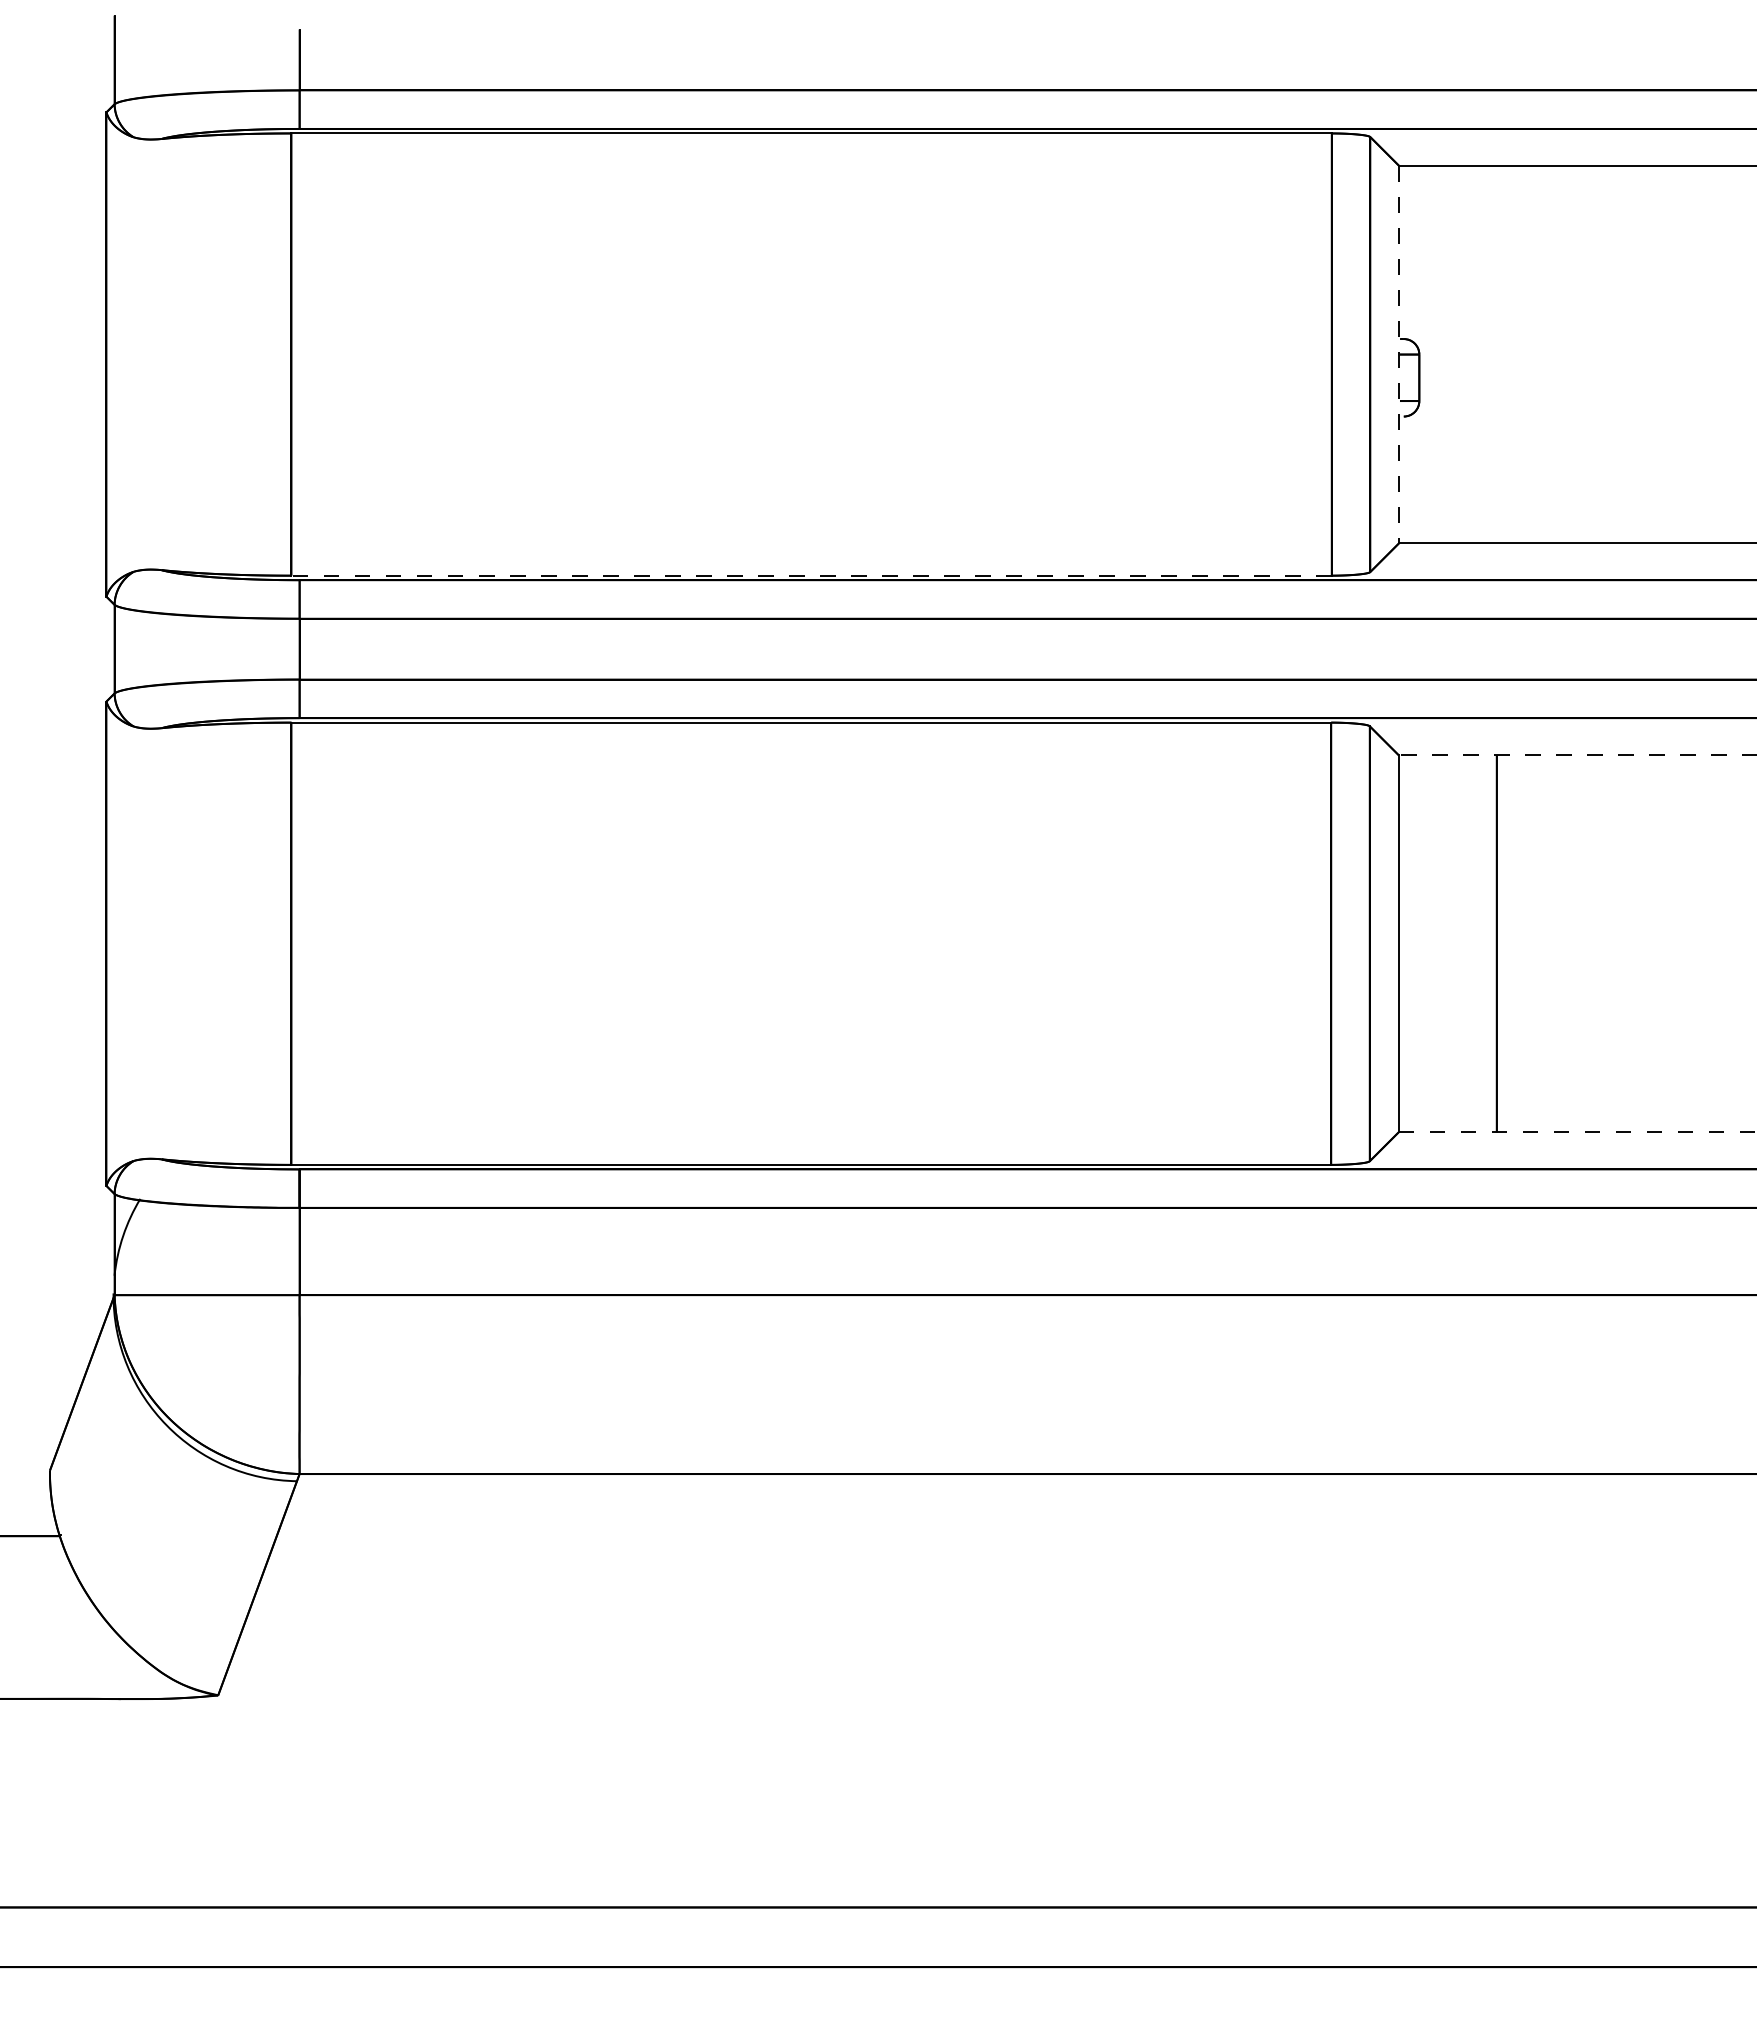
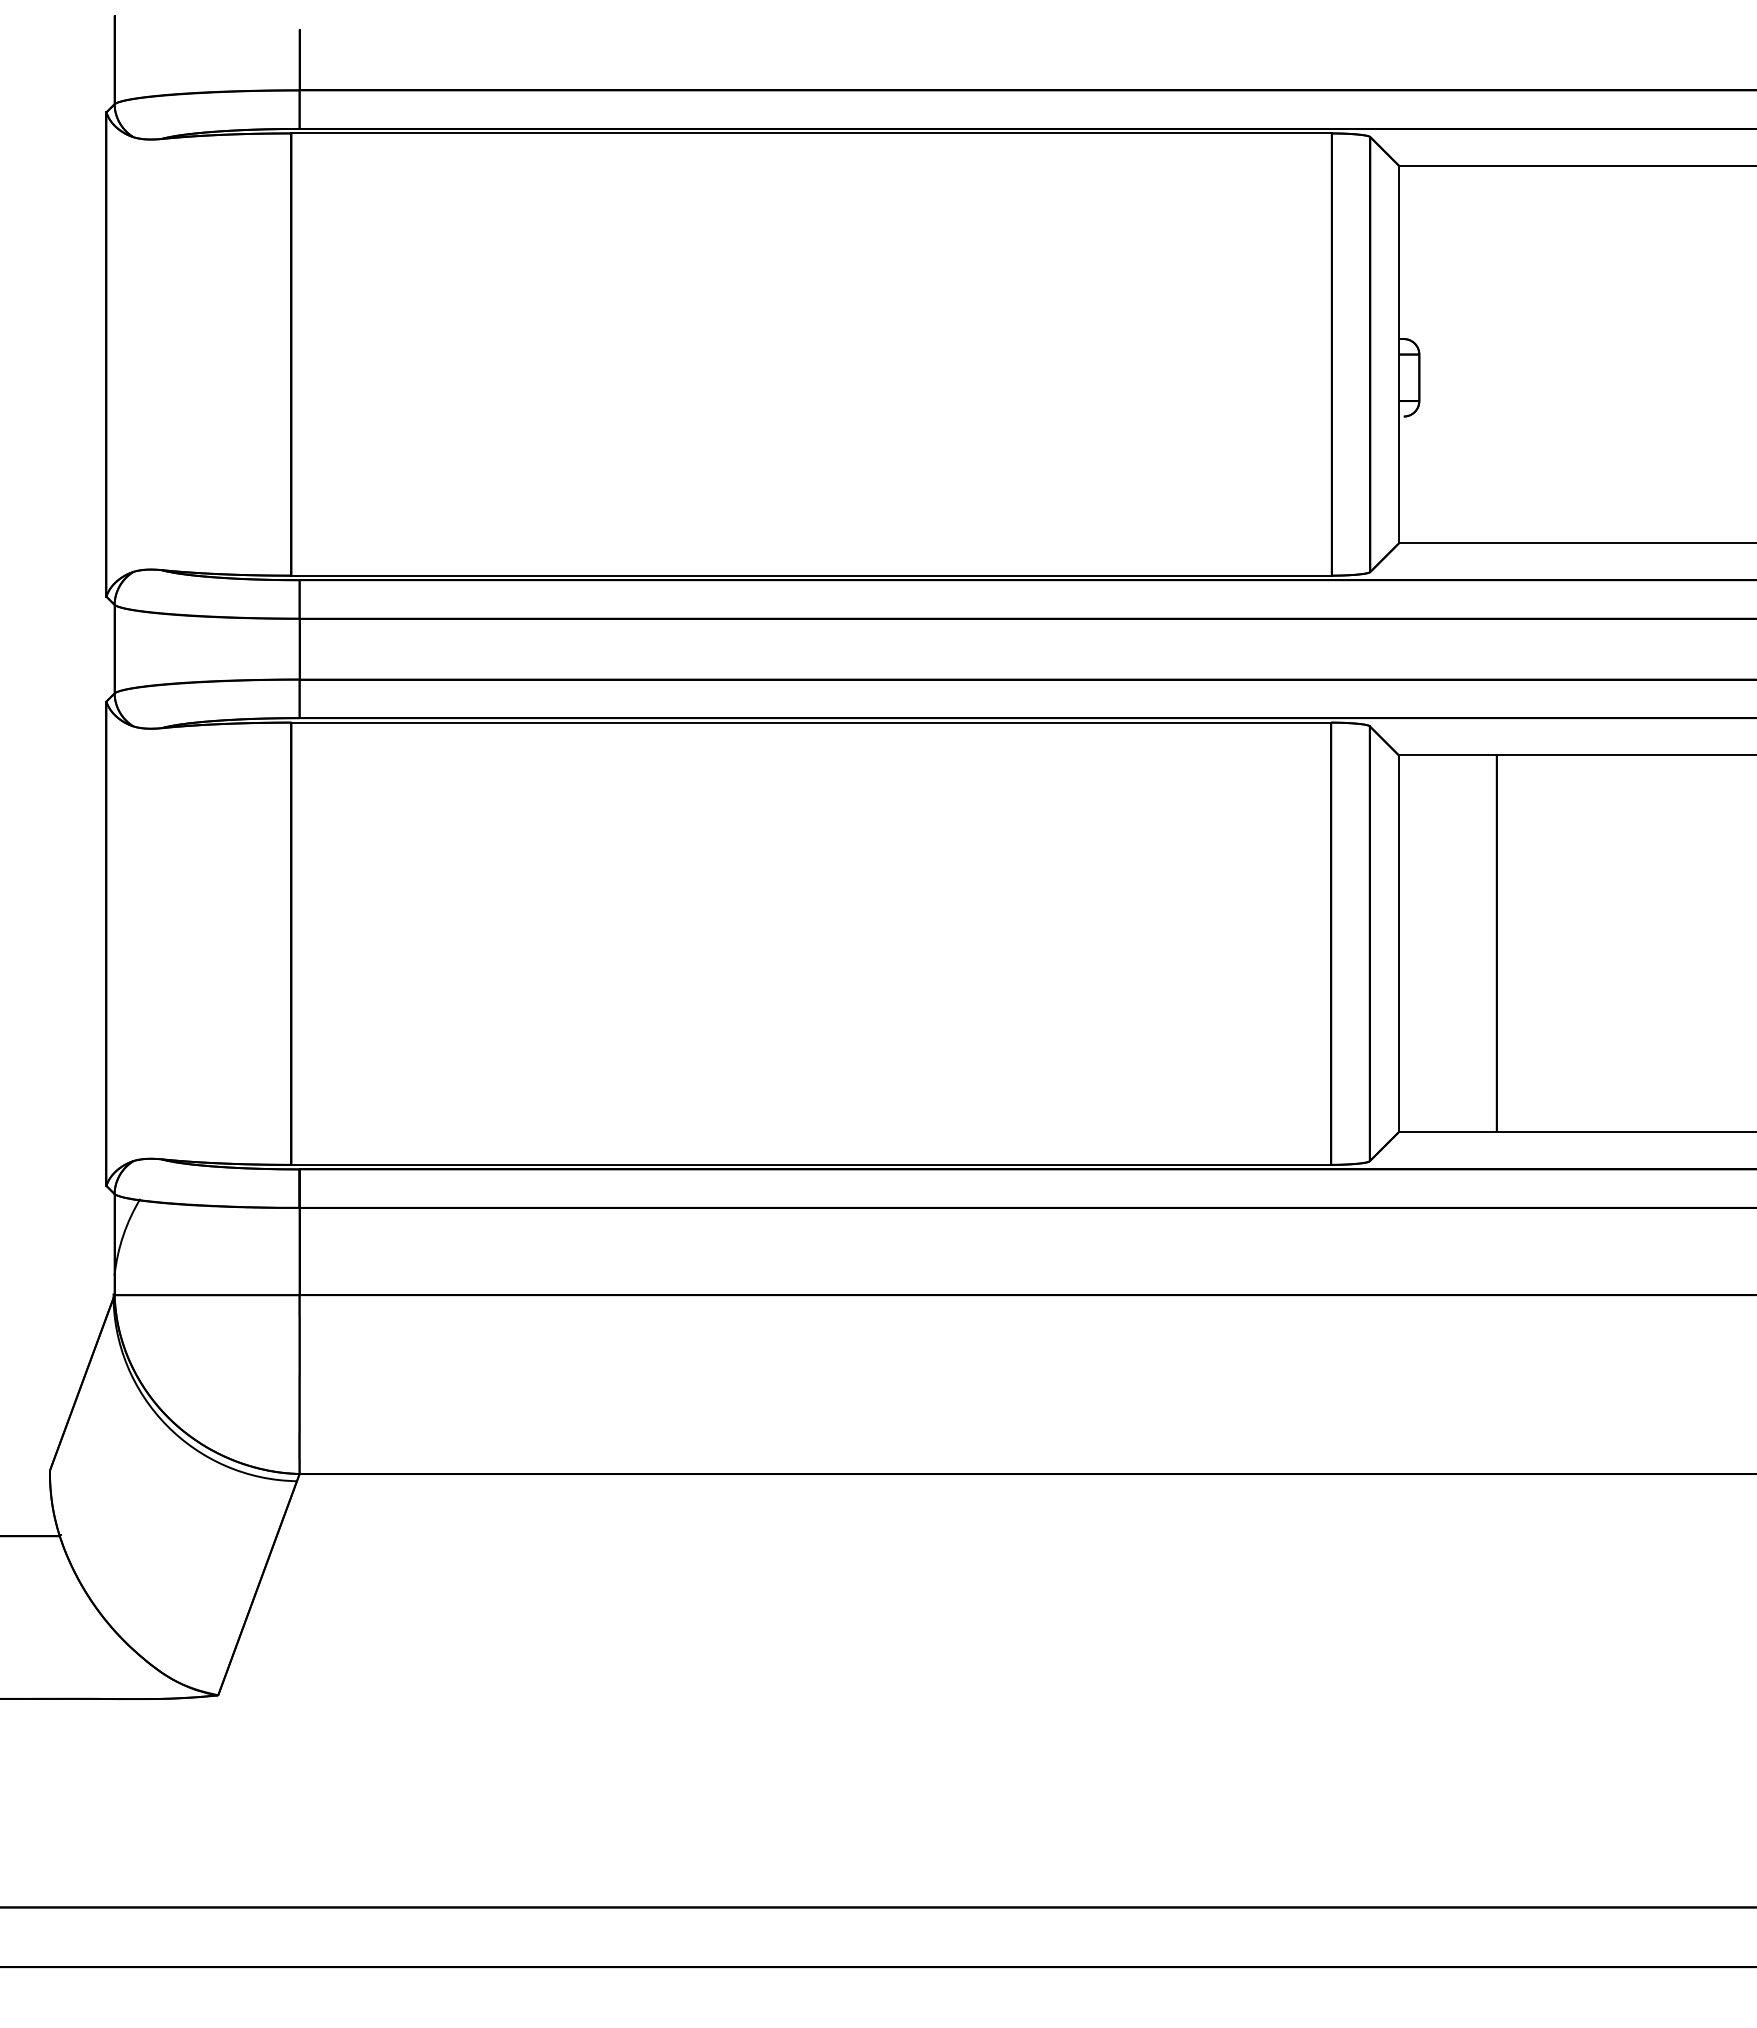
line at (1399, 354): dashed -> solid
line at (811, 575): dashed -> solid
line at (1577, 755): dashed -> solid
line at (1577, 1132): dashed -> solid
